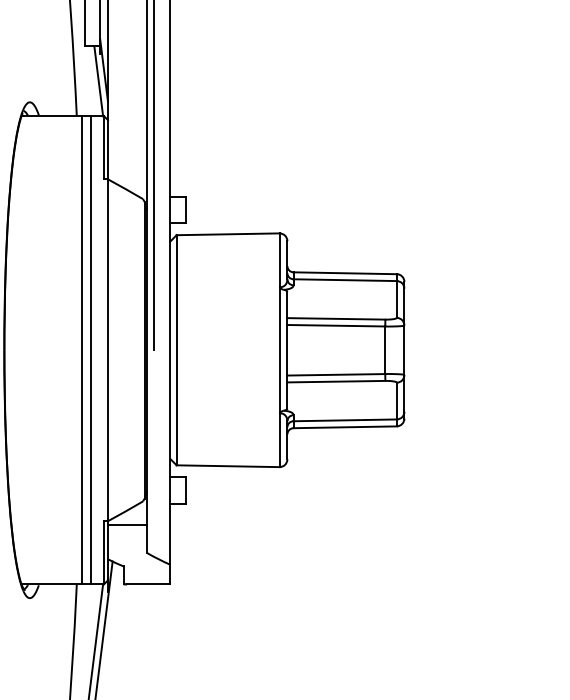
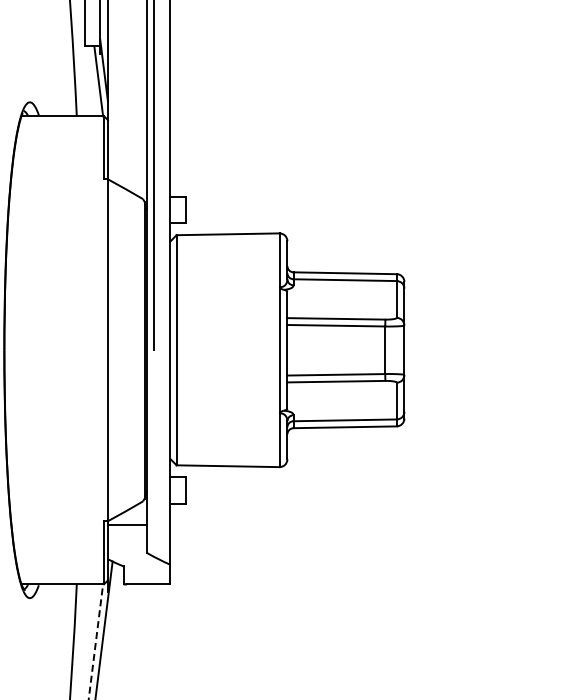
line at (82, 350): present -> none
line at (90, 350): present -> none
line at (95, 641): solid -> dashed
